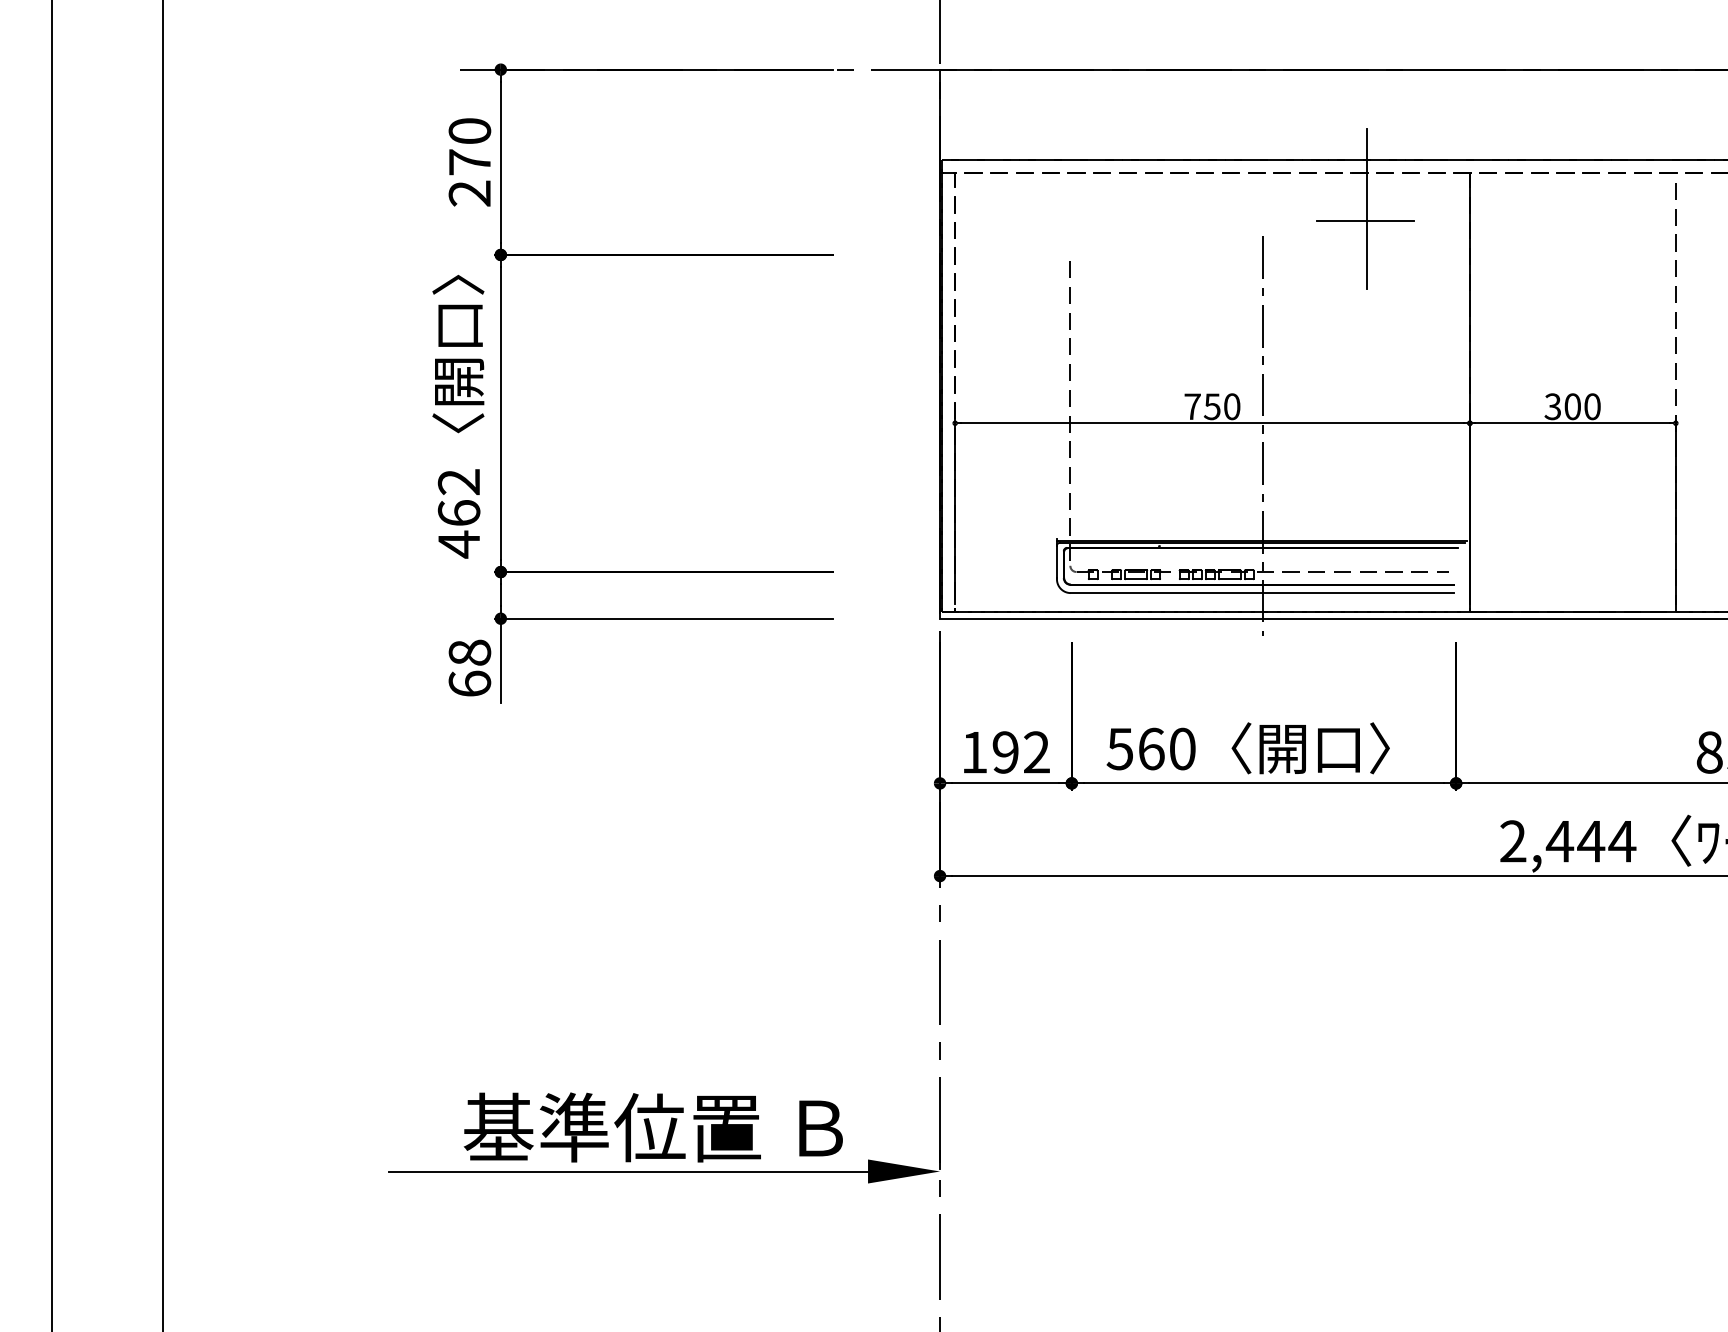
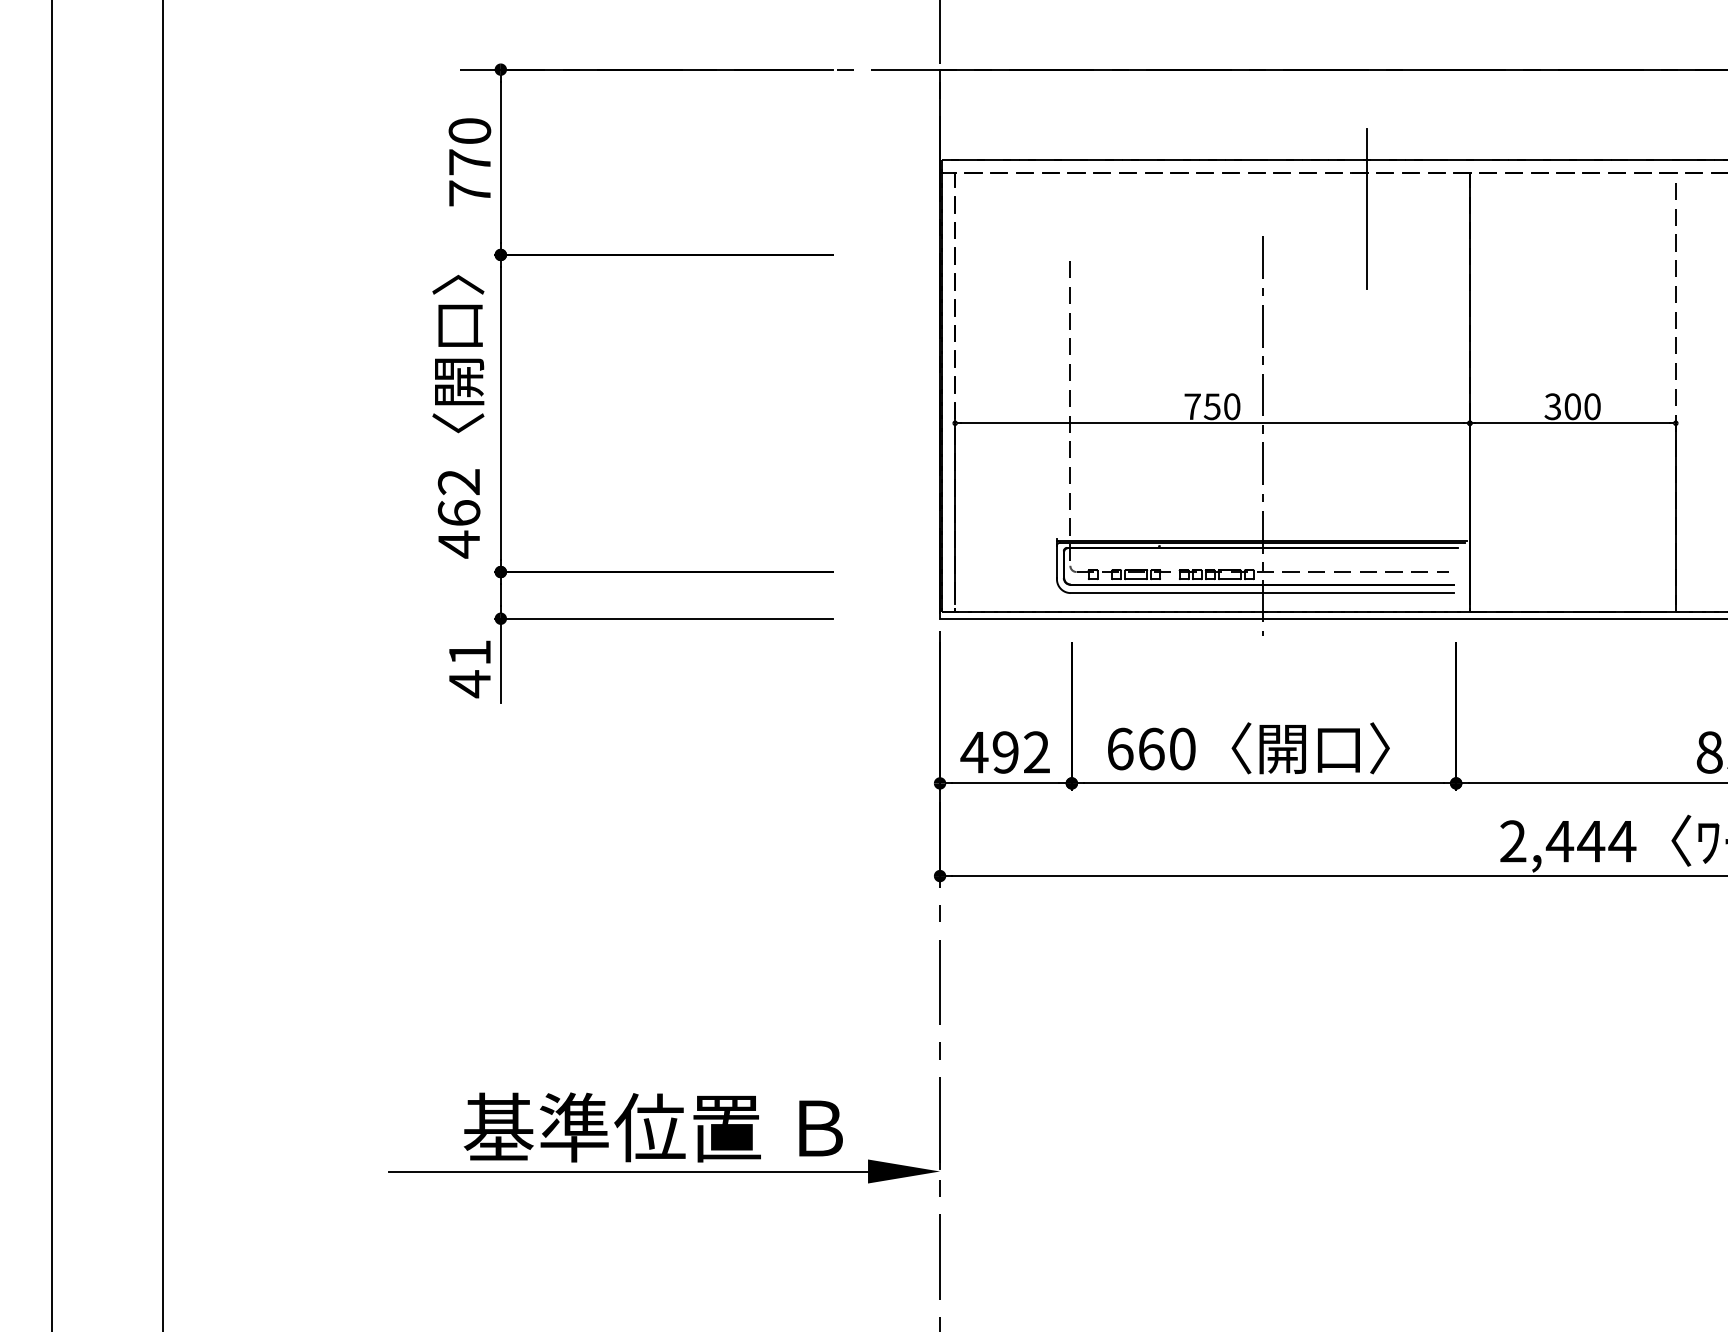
text at (469, 193): 270 -> 770
line at (1365, 220): present -> none
text at (469, 668): 68 -> 41
text at (1119, 748): 560 -> 660
text at (974, 752): 192 -> 492
